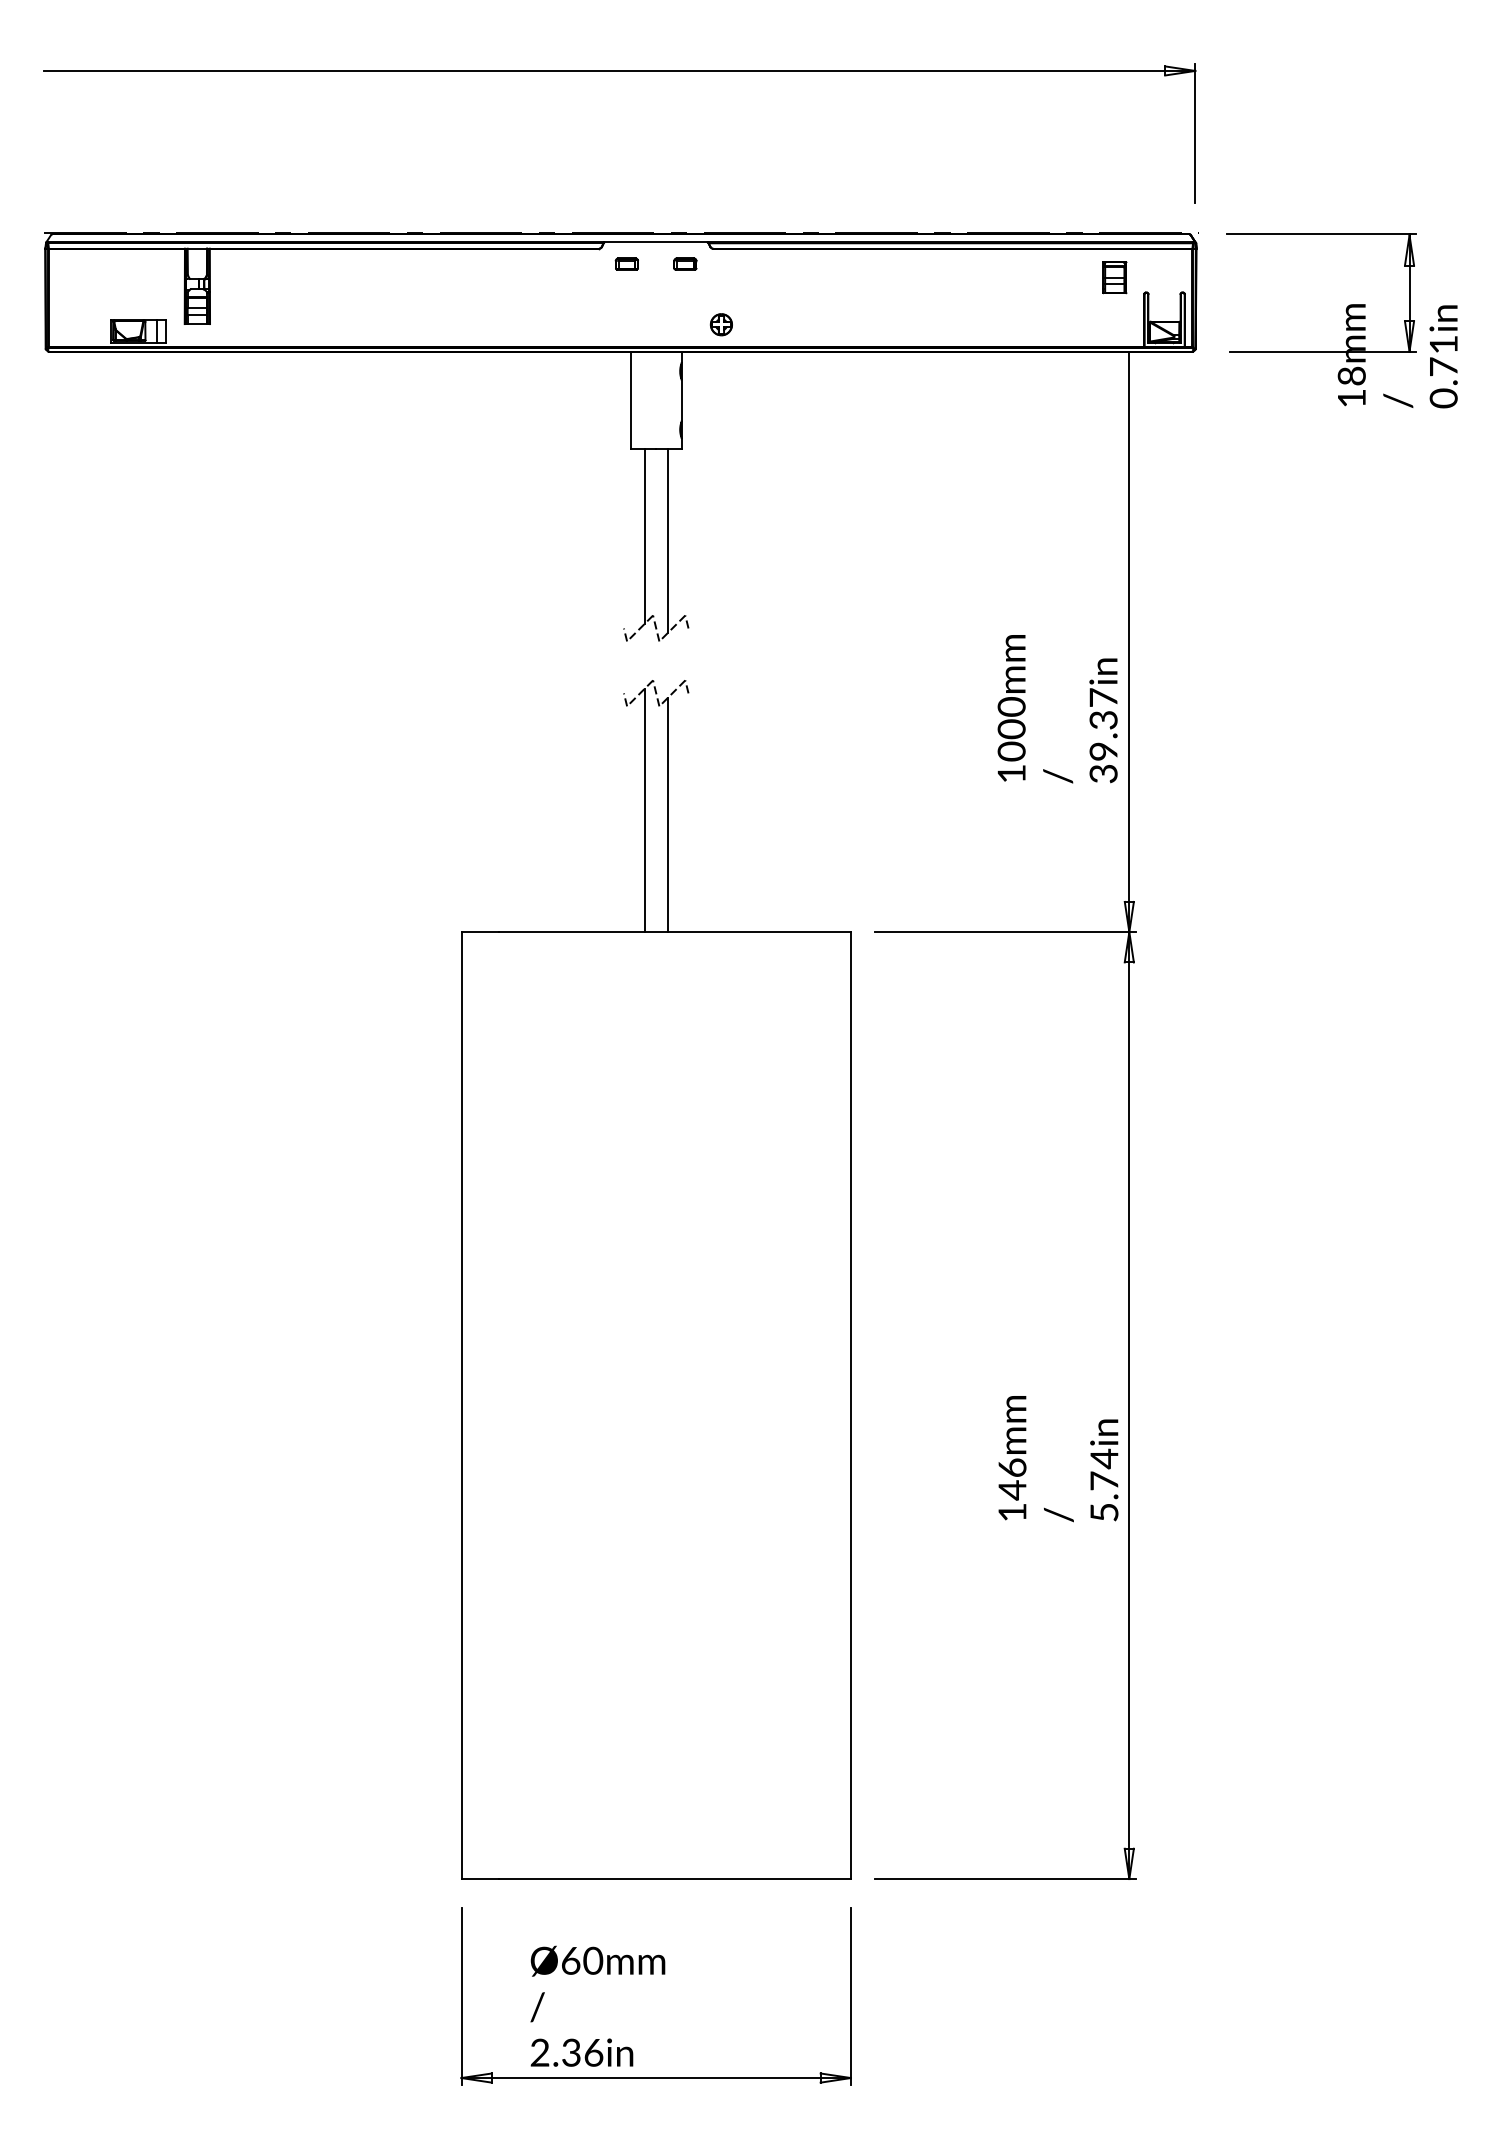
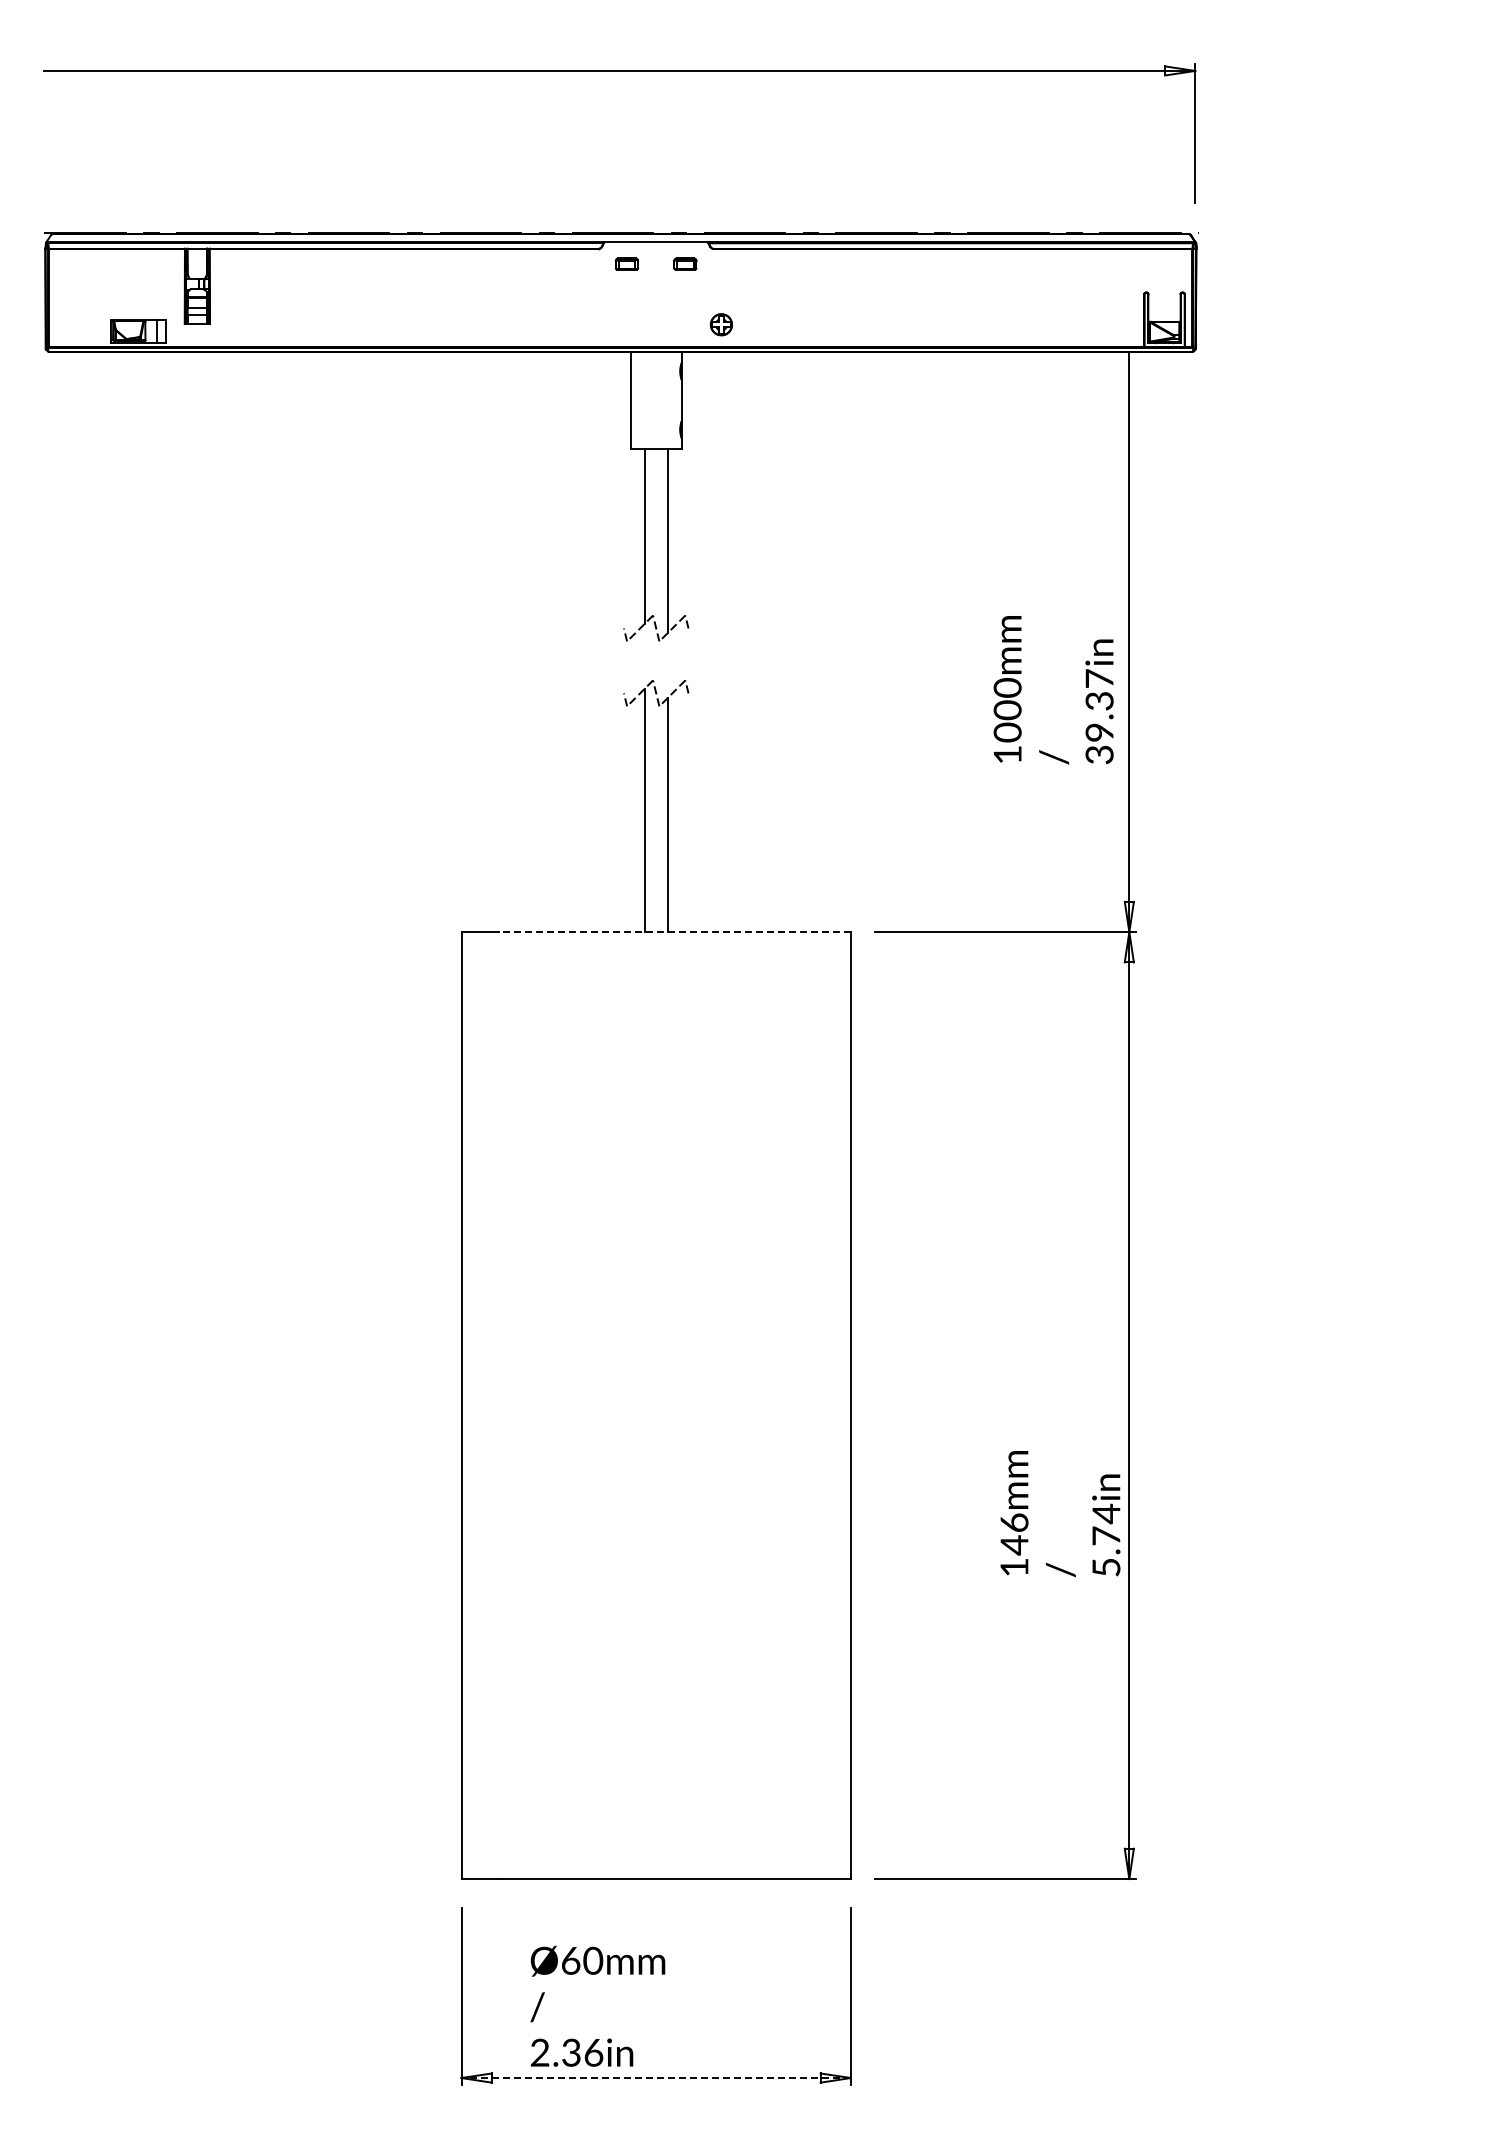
part at (1114, 277): present -> none
part at (1341, 320): present -> none
text at (1057, 709) position: (1057, 709) -> (1053, 690)
line at (674, 932): solid -> dashed
text at (1058, 1459) position: (1058, 1459) -> (1060, 1514)
line at (656, 2078): solid -> dashed
